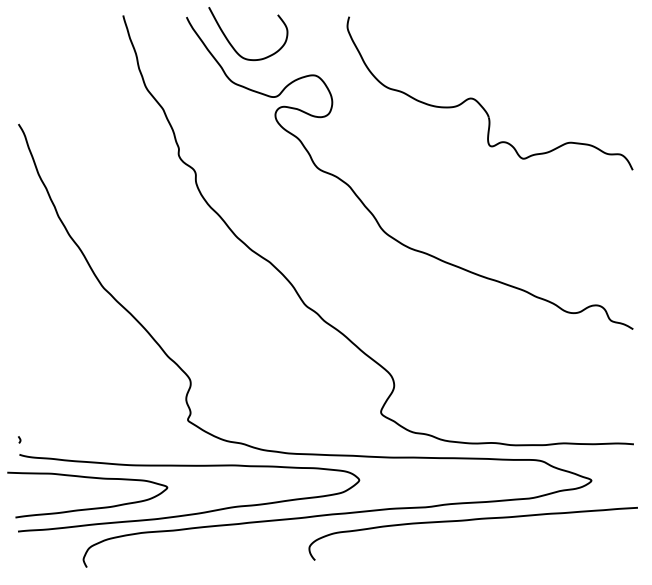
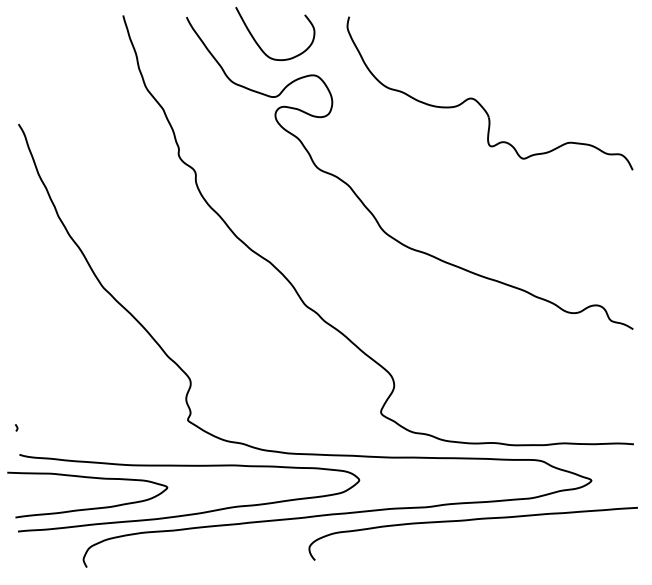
curve at (233, 46) position: (233, 46) -> (260, 46)
curve at (19, 439) position: (19, 439) -> (16, 427)
